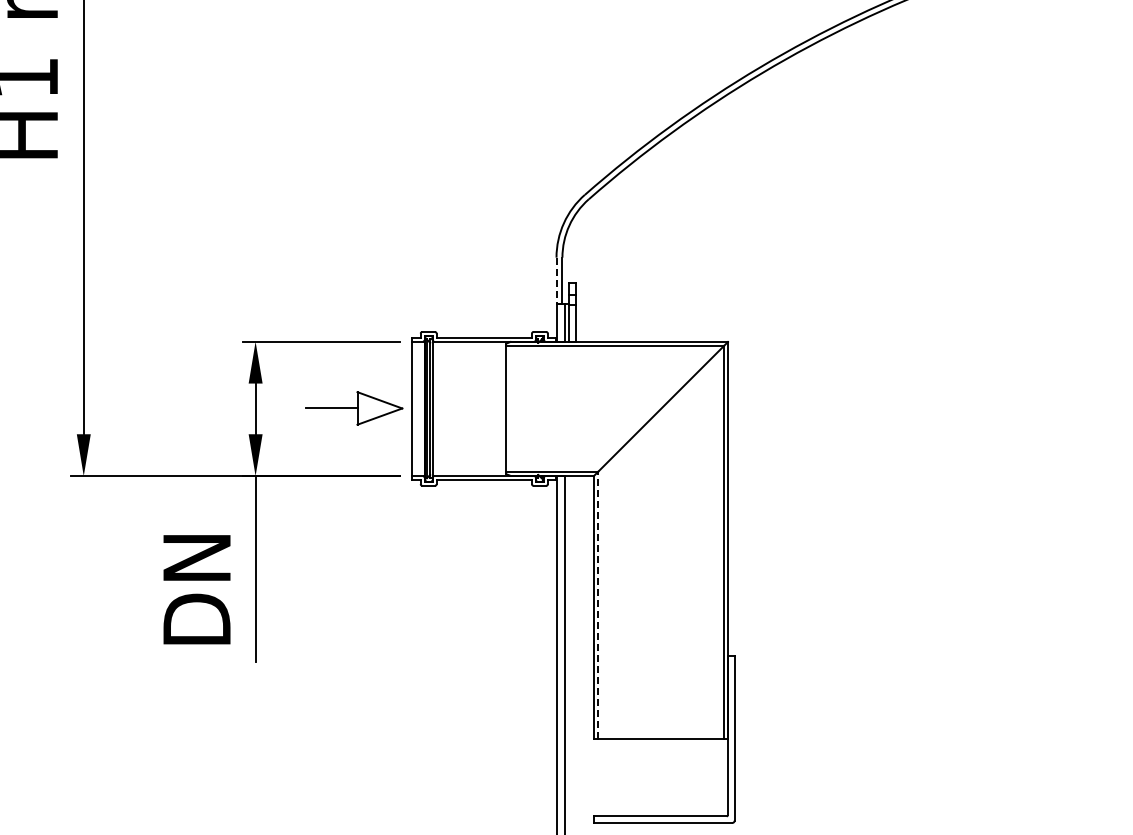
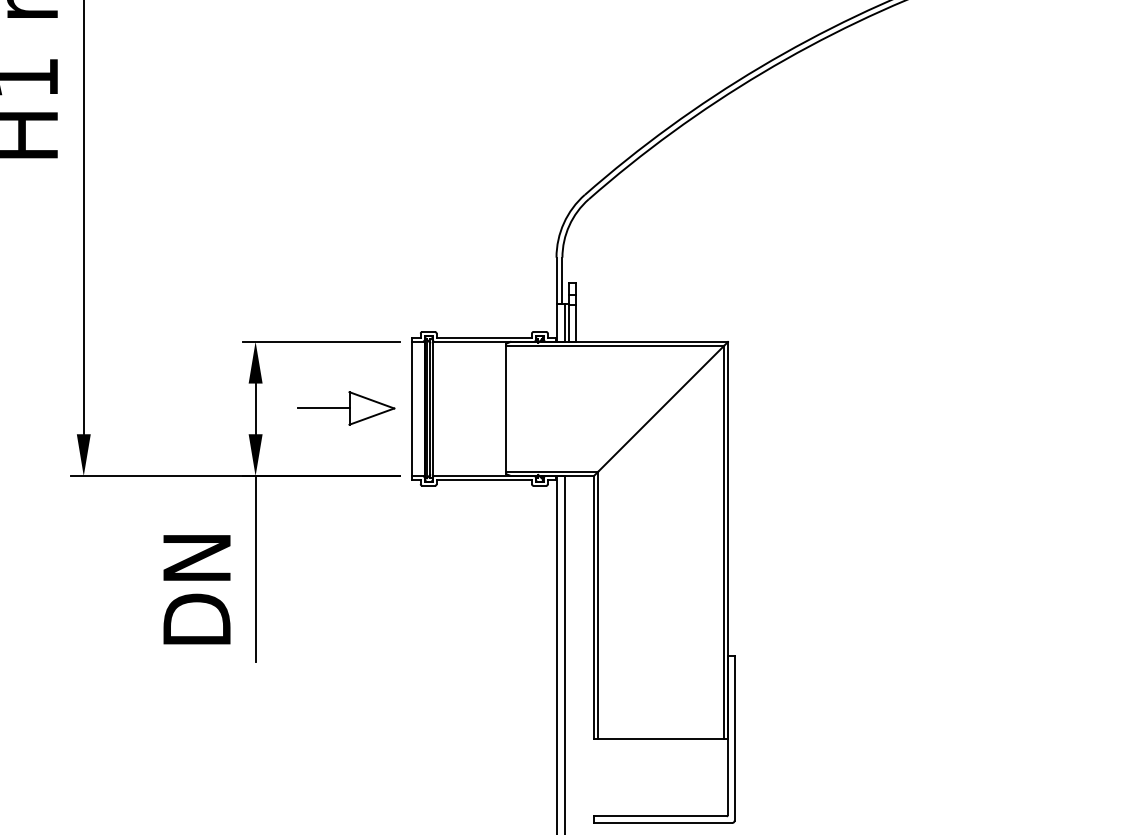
line at (556, 281): dashed -> solid
part at (354, 408) position: (354, 408) -> (346, 408)
line at (598, 605): dashed -> solid
